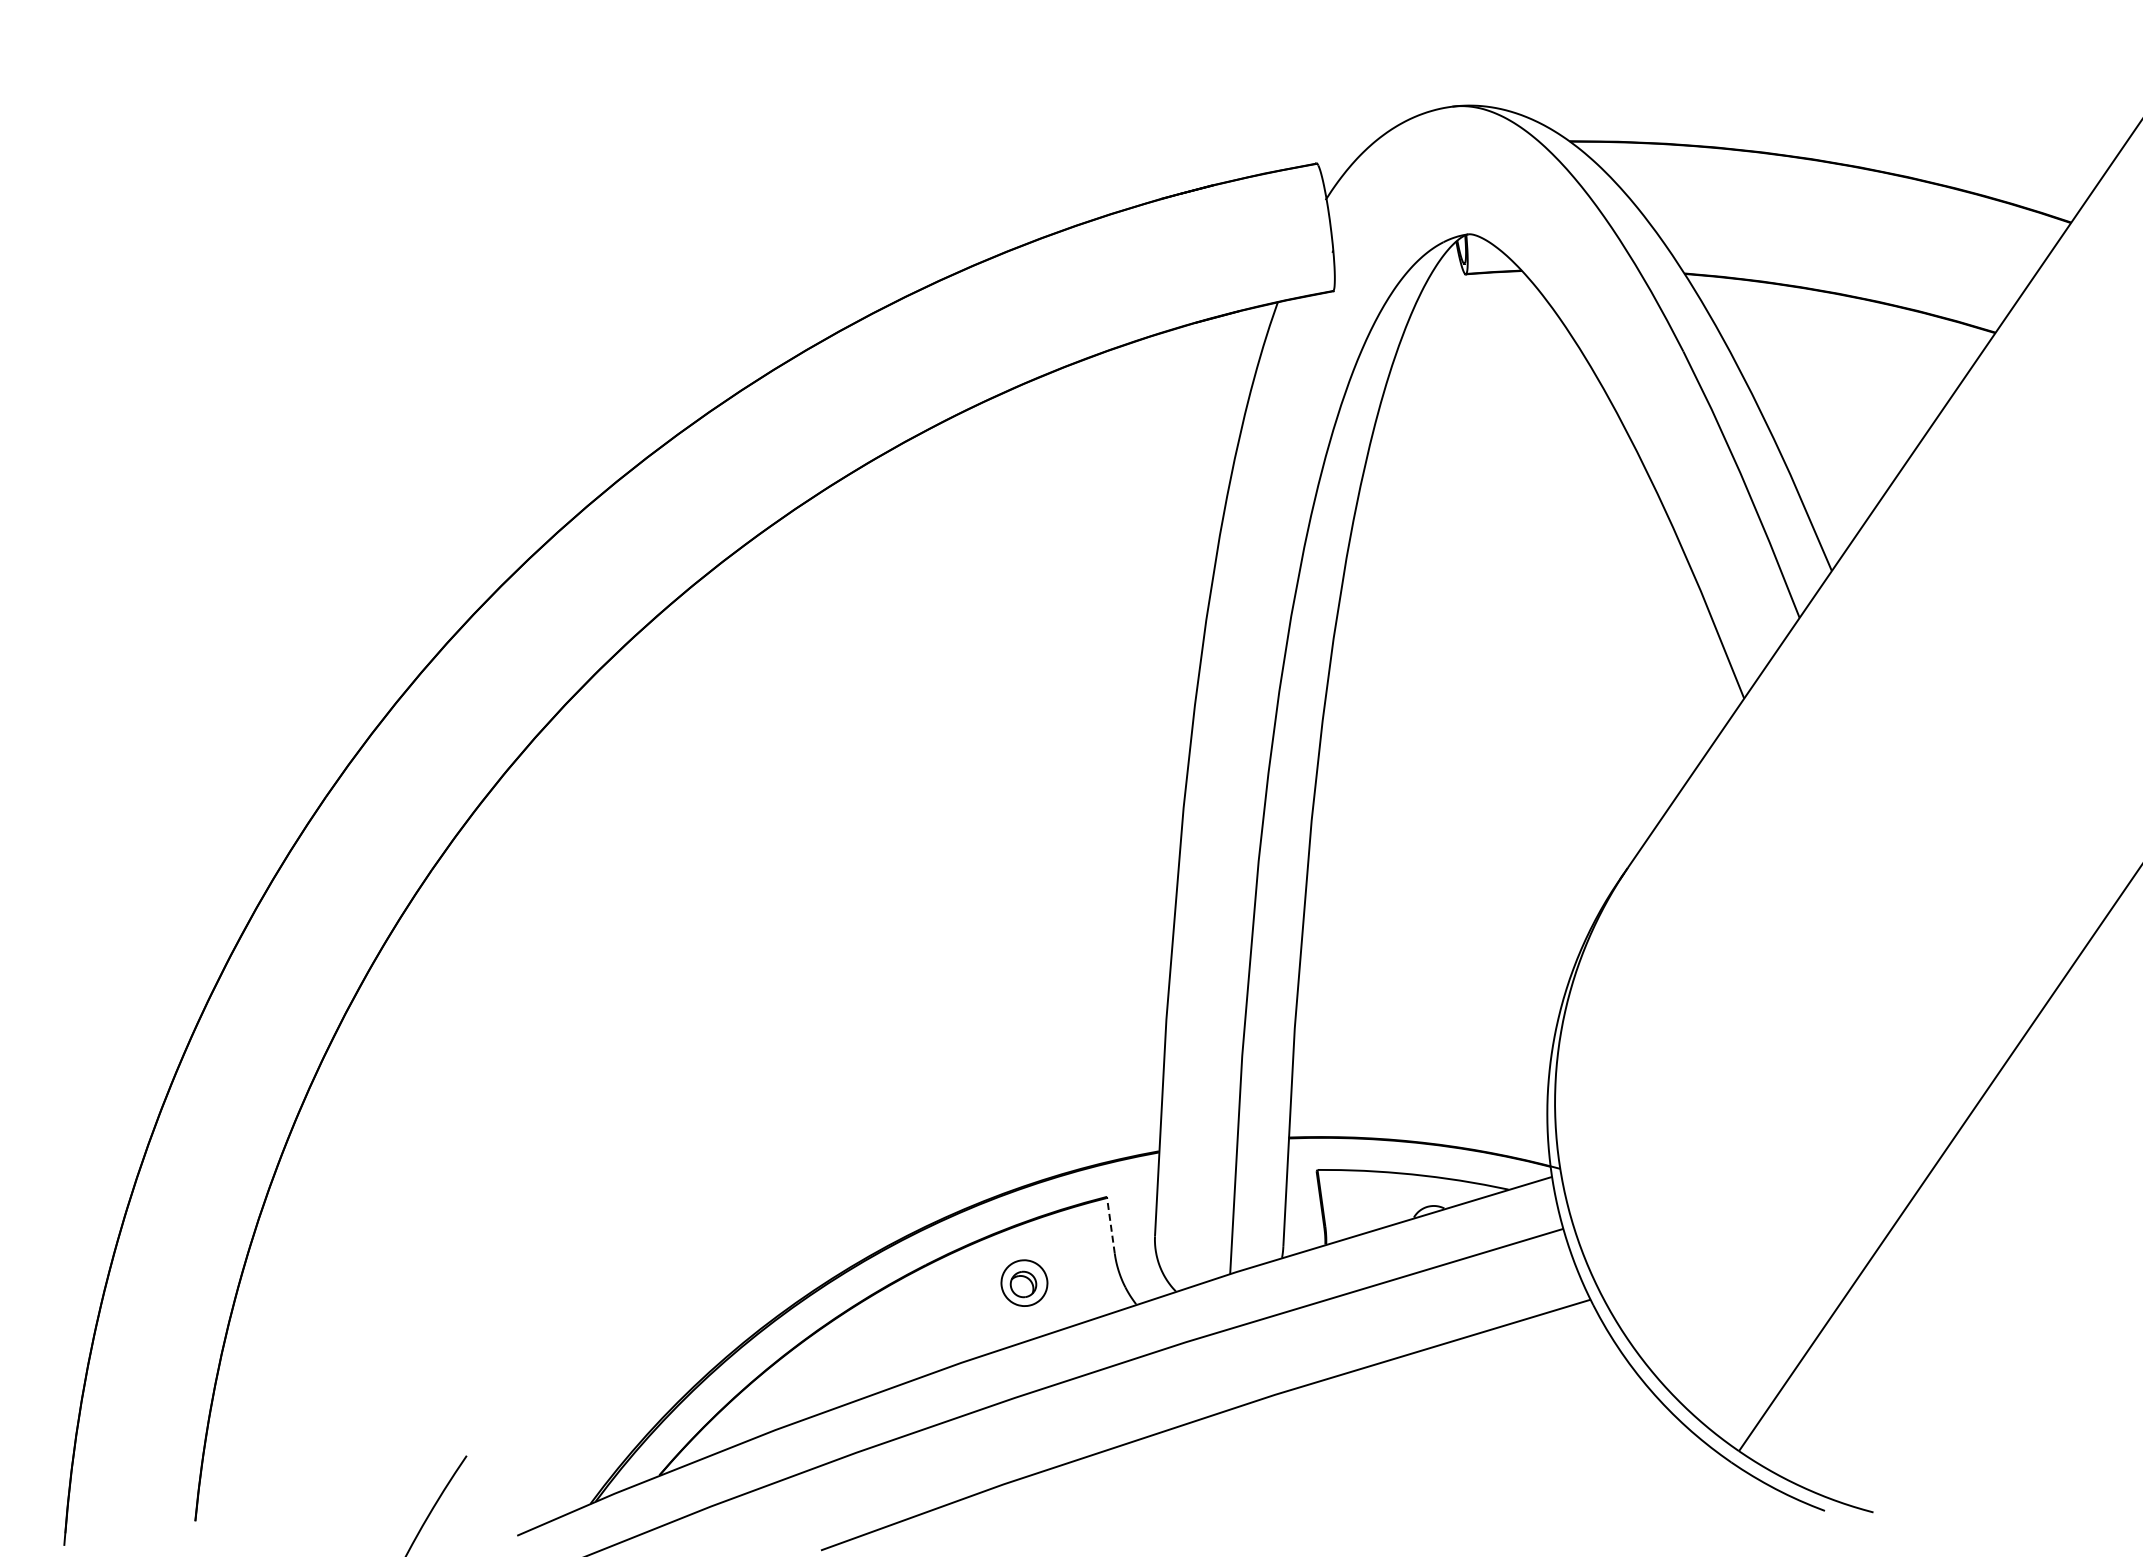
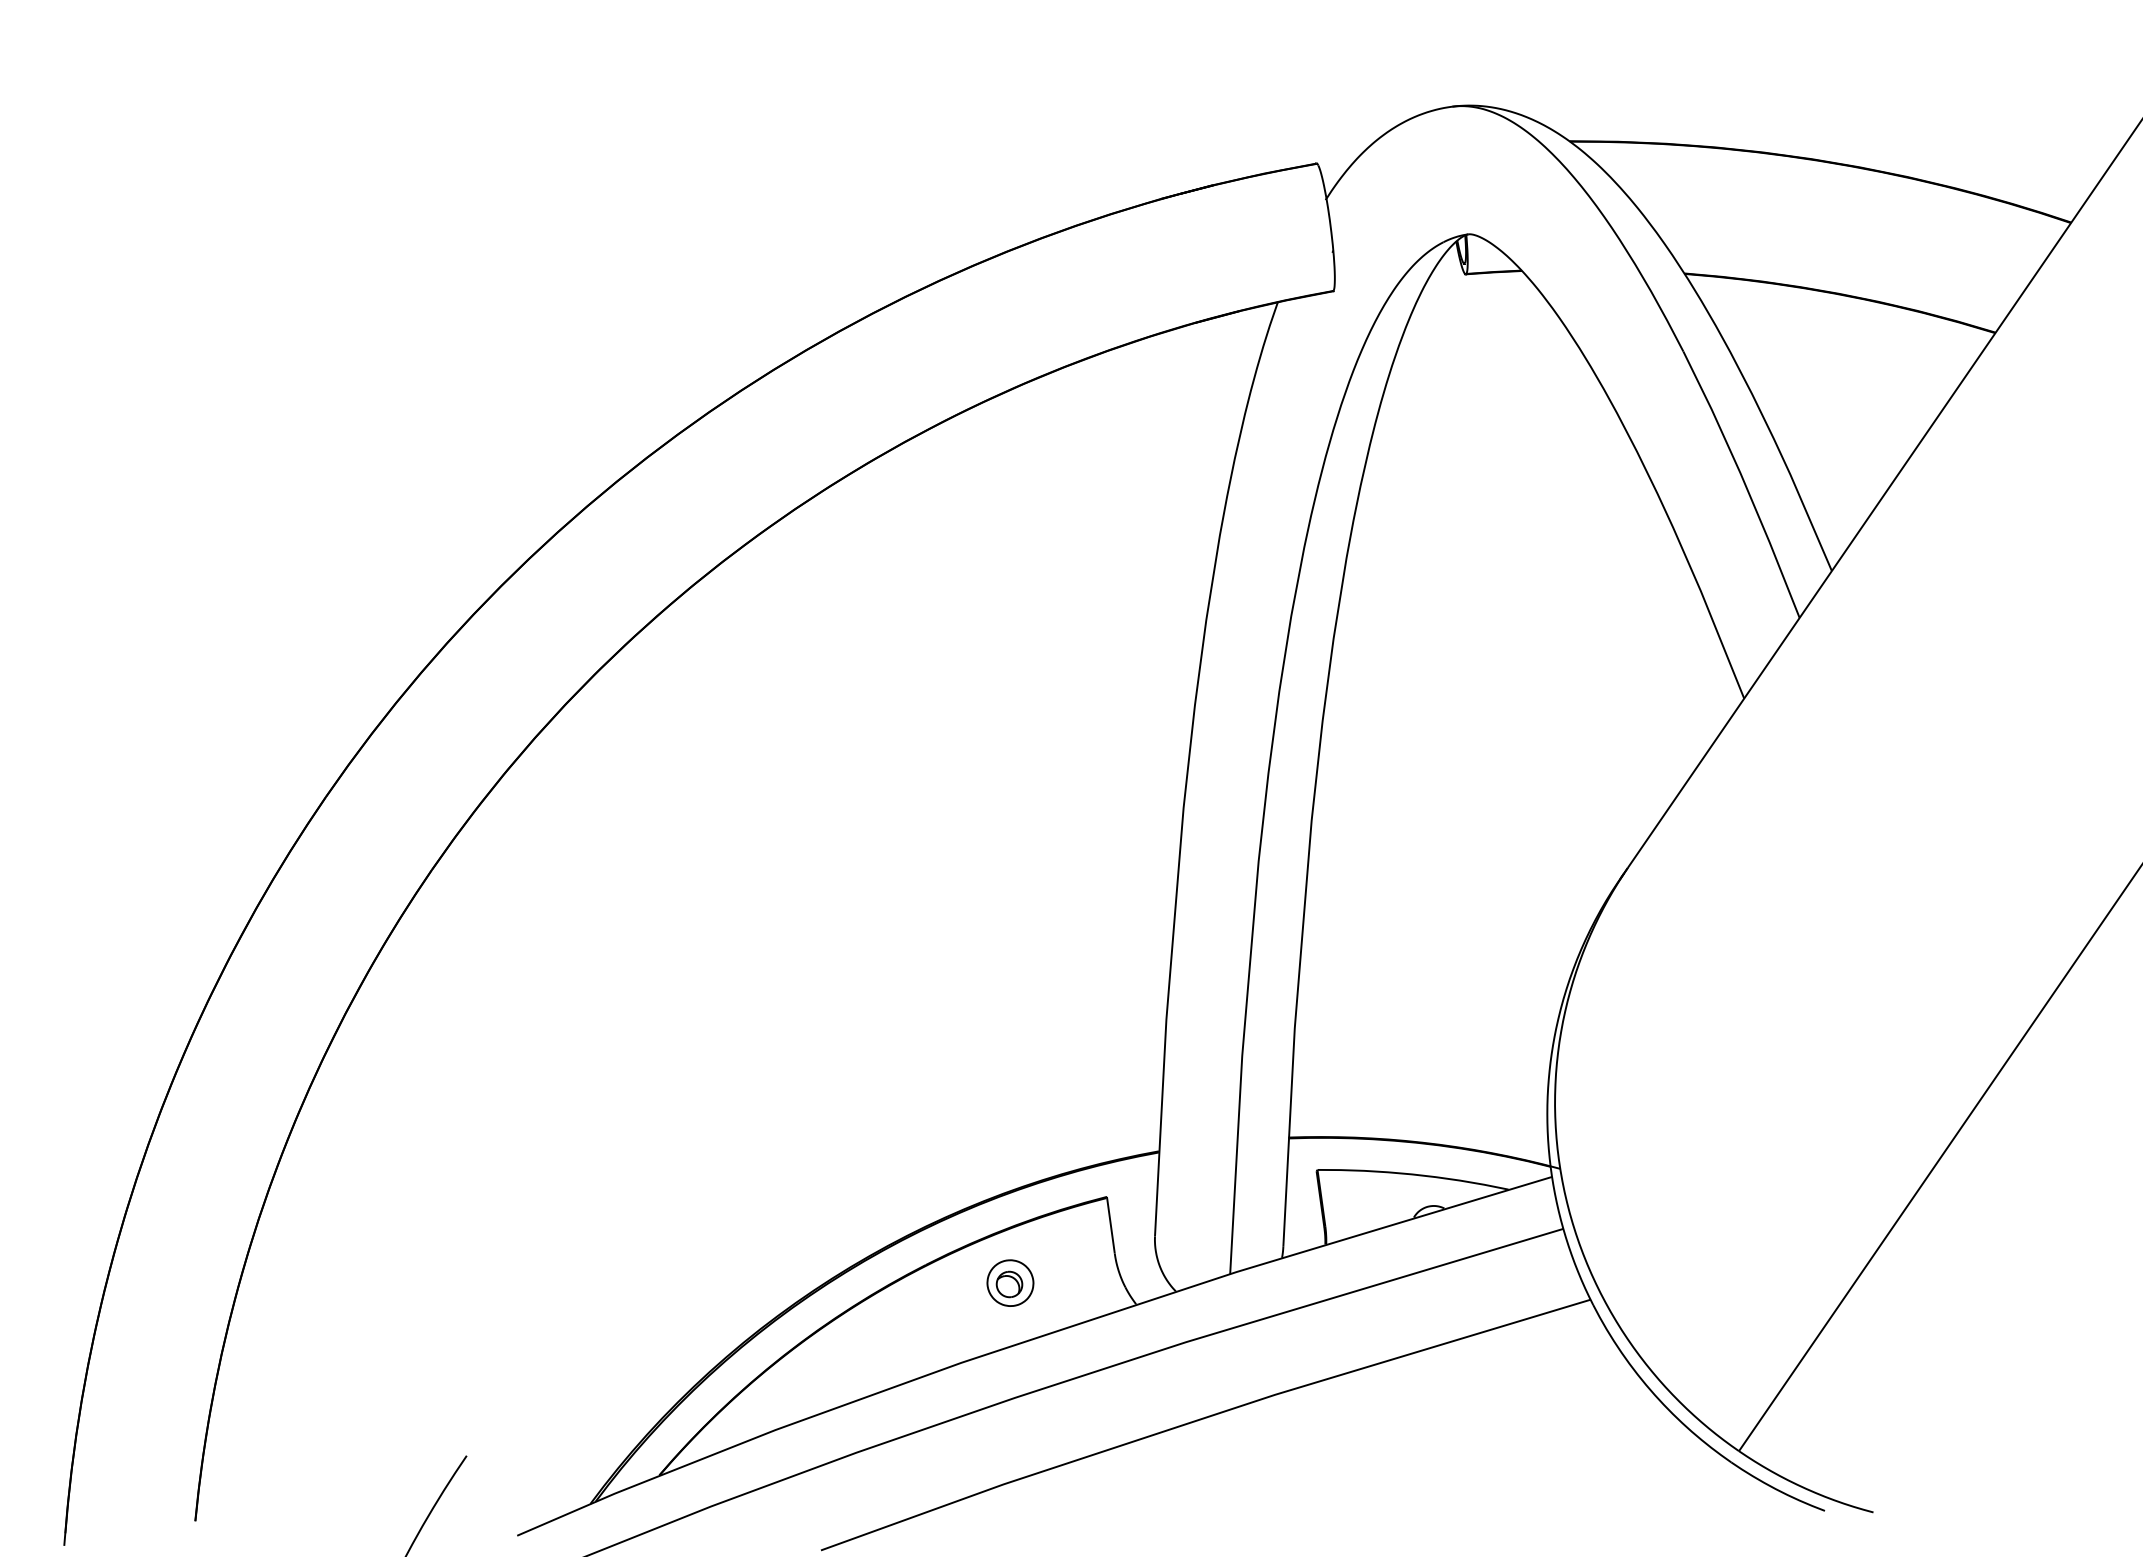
line at (1110, 1225): dashed -> solid
part at (1024, 1282) position: (1024, 1282) -> (1010, 1282)
